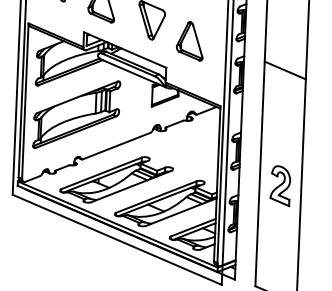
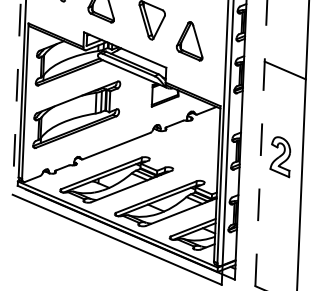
line at (16, 97): solid -> dashed
line at (261, 143): solid -> dashed
part at (280, 186) position: (280, 186) -> (280, 157)
